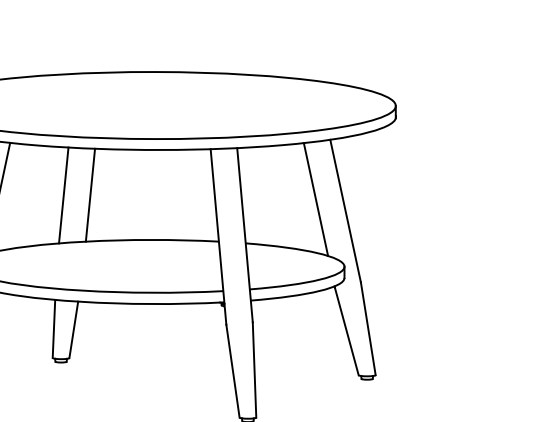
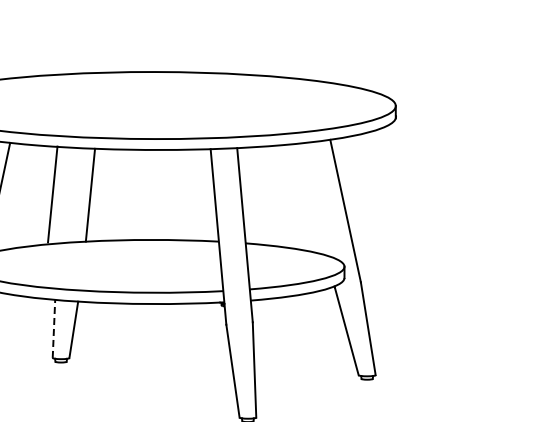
line at (63, 195) position: (63, 195) -> (52, 194)
line at (315, 199): present -> none
line at (53, 328): solid -> dashed
